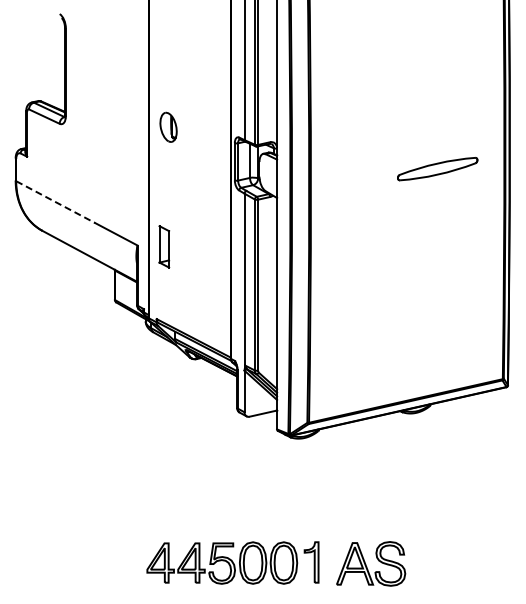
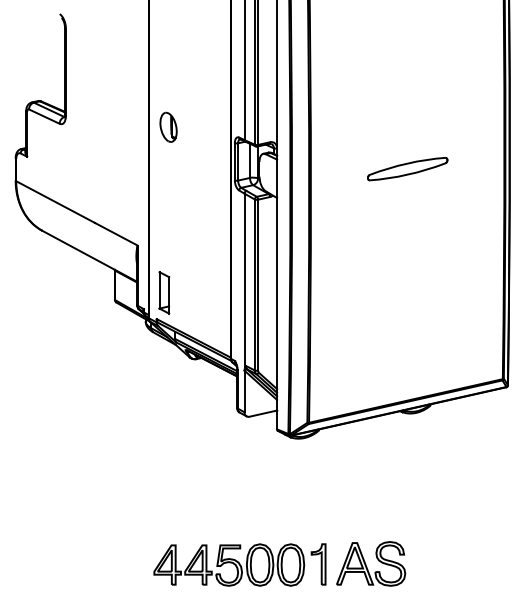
part at (437, 169) position: (437, 169) -> (407, 169)
line at (55, 202): dashed -> solid
part at (164, 246) position: (164, 246) -> (164, 292)
part at (232, 562) position: (232, 562) -> (239, 564)
